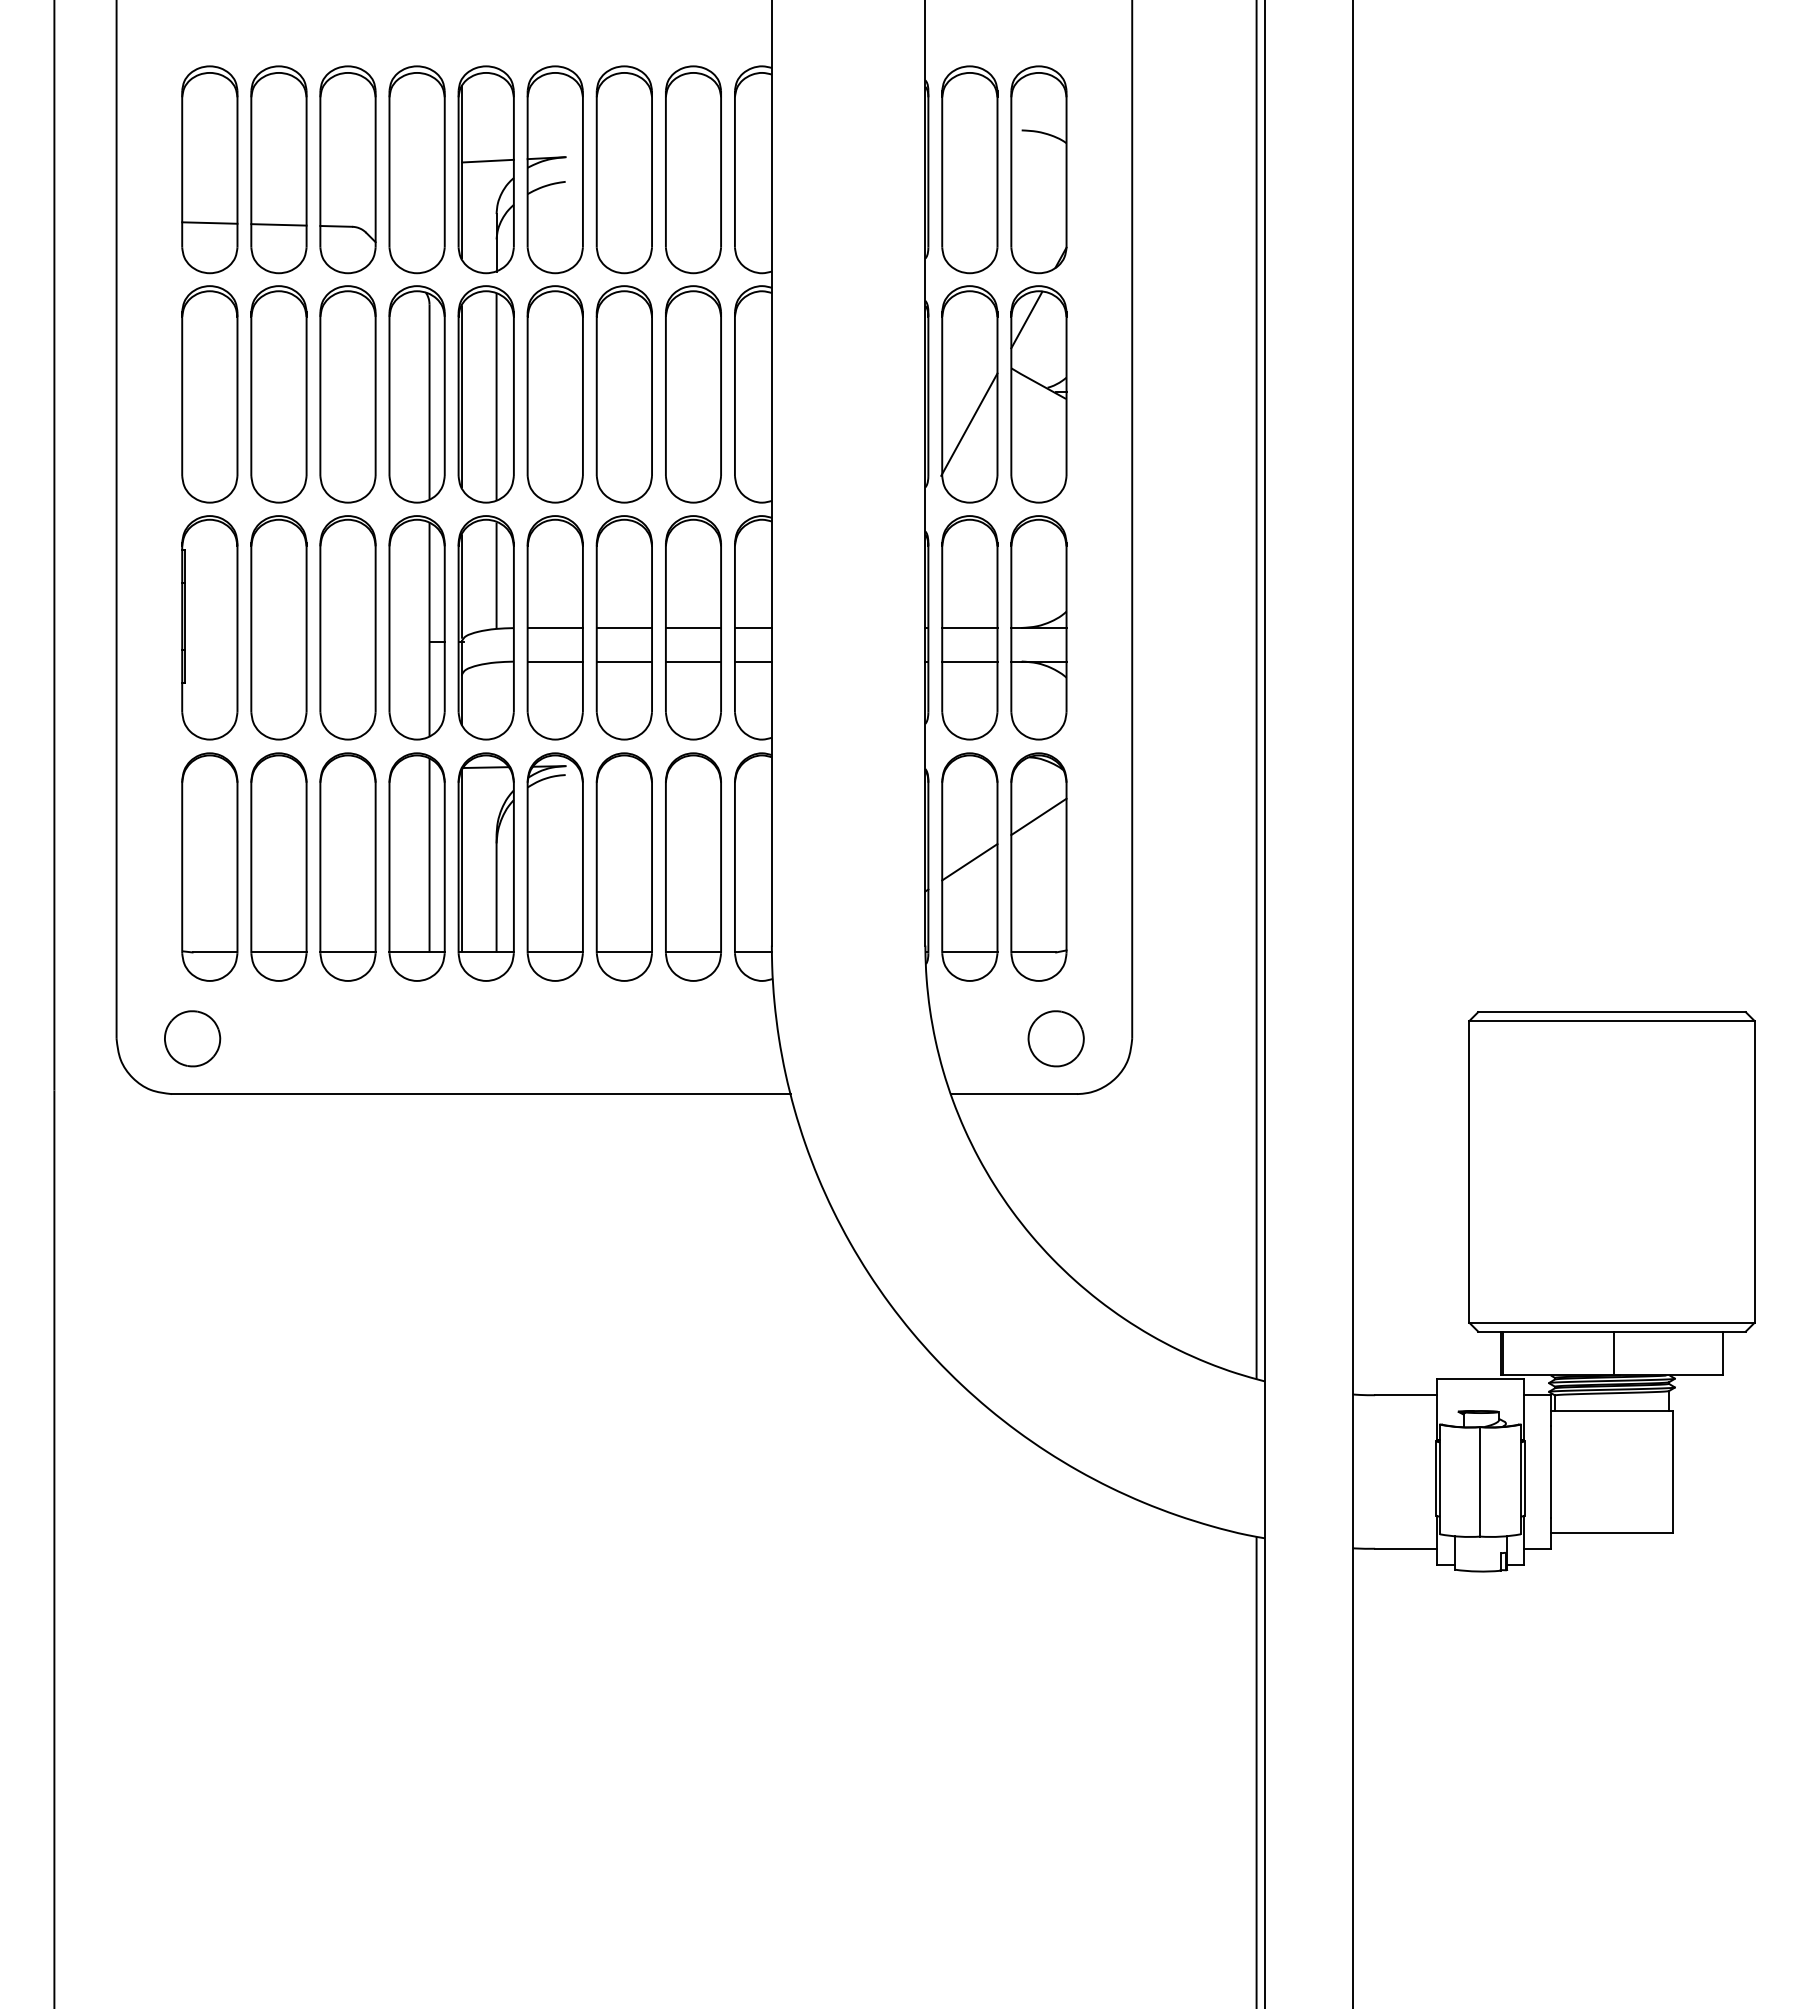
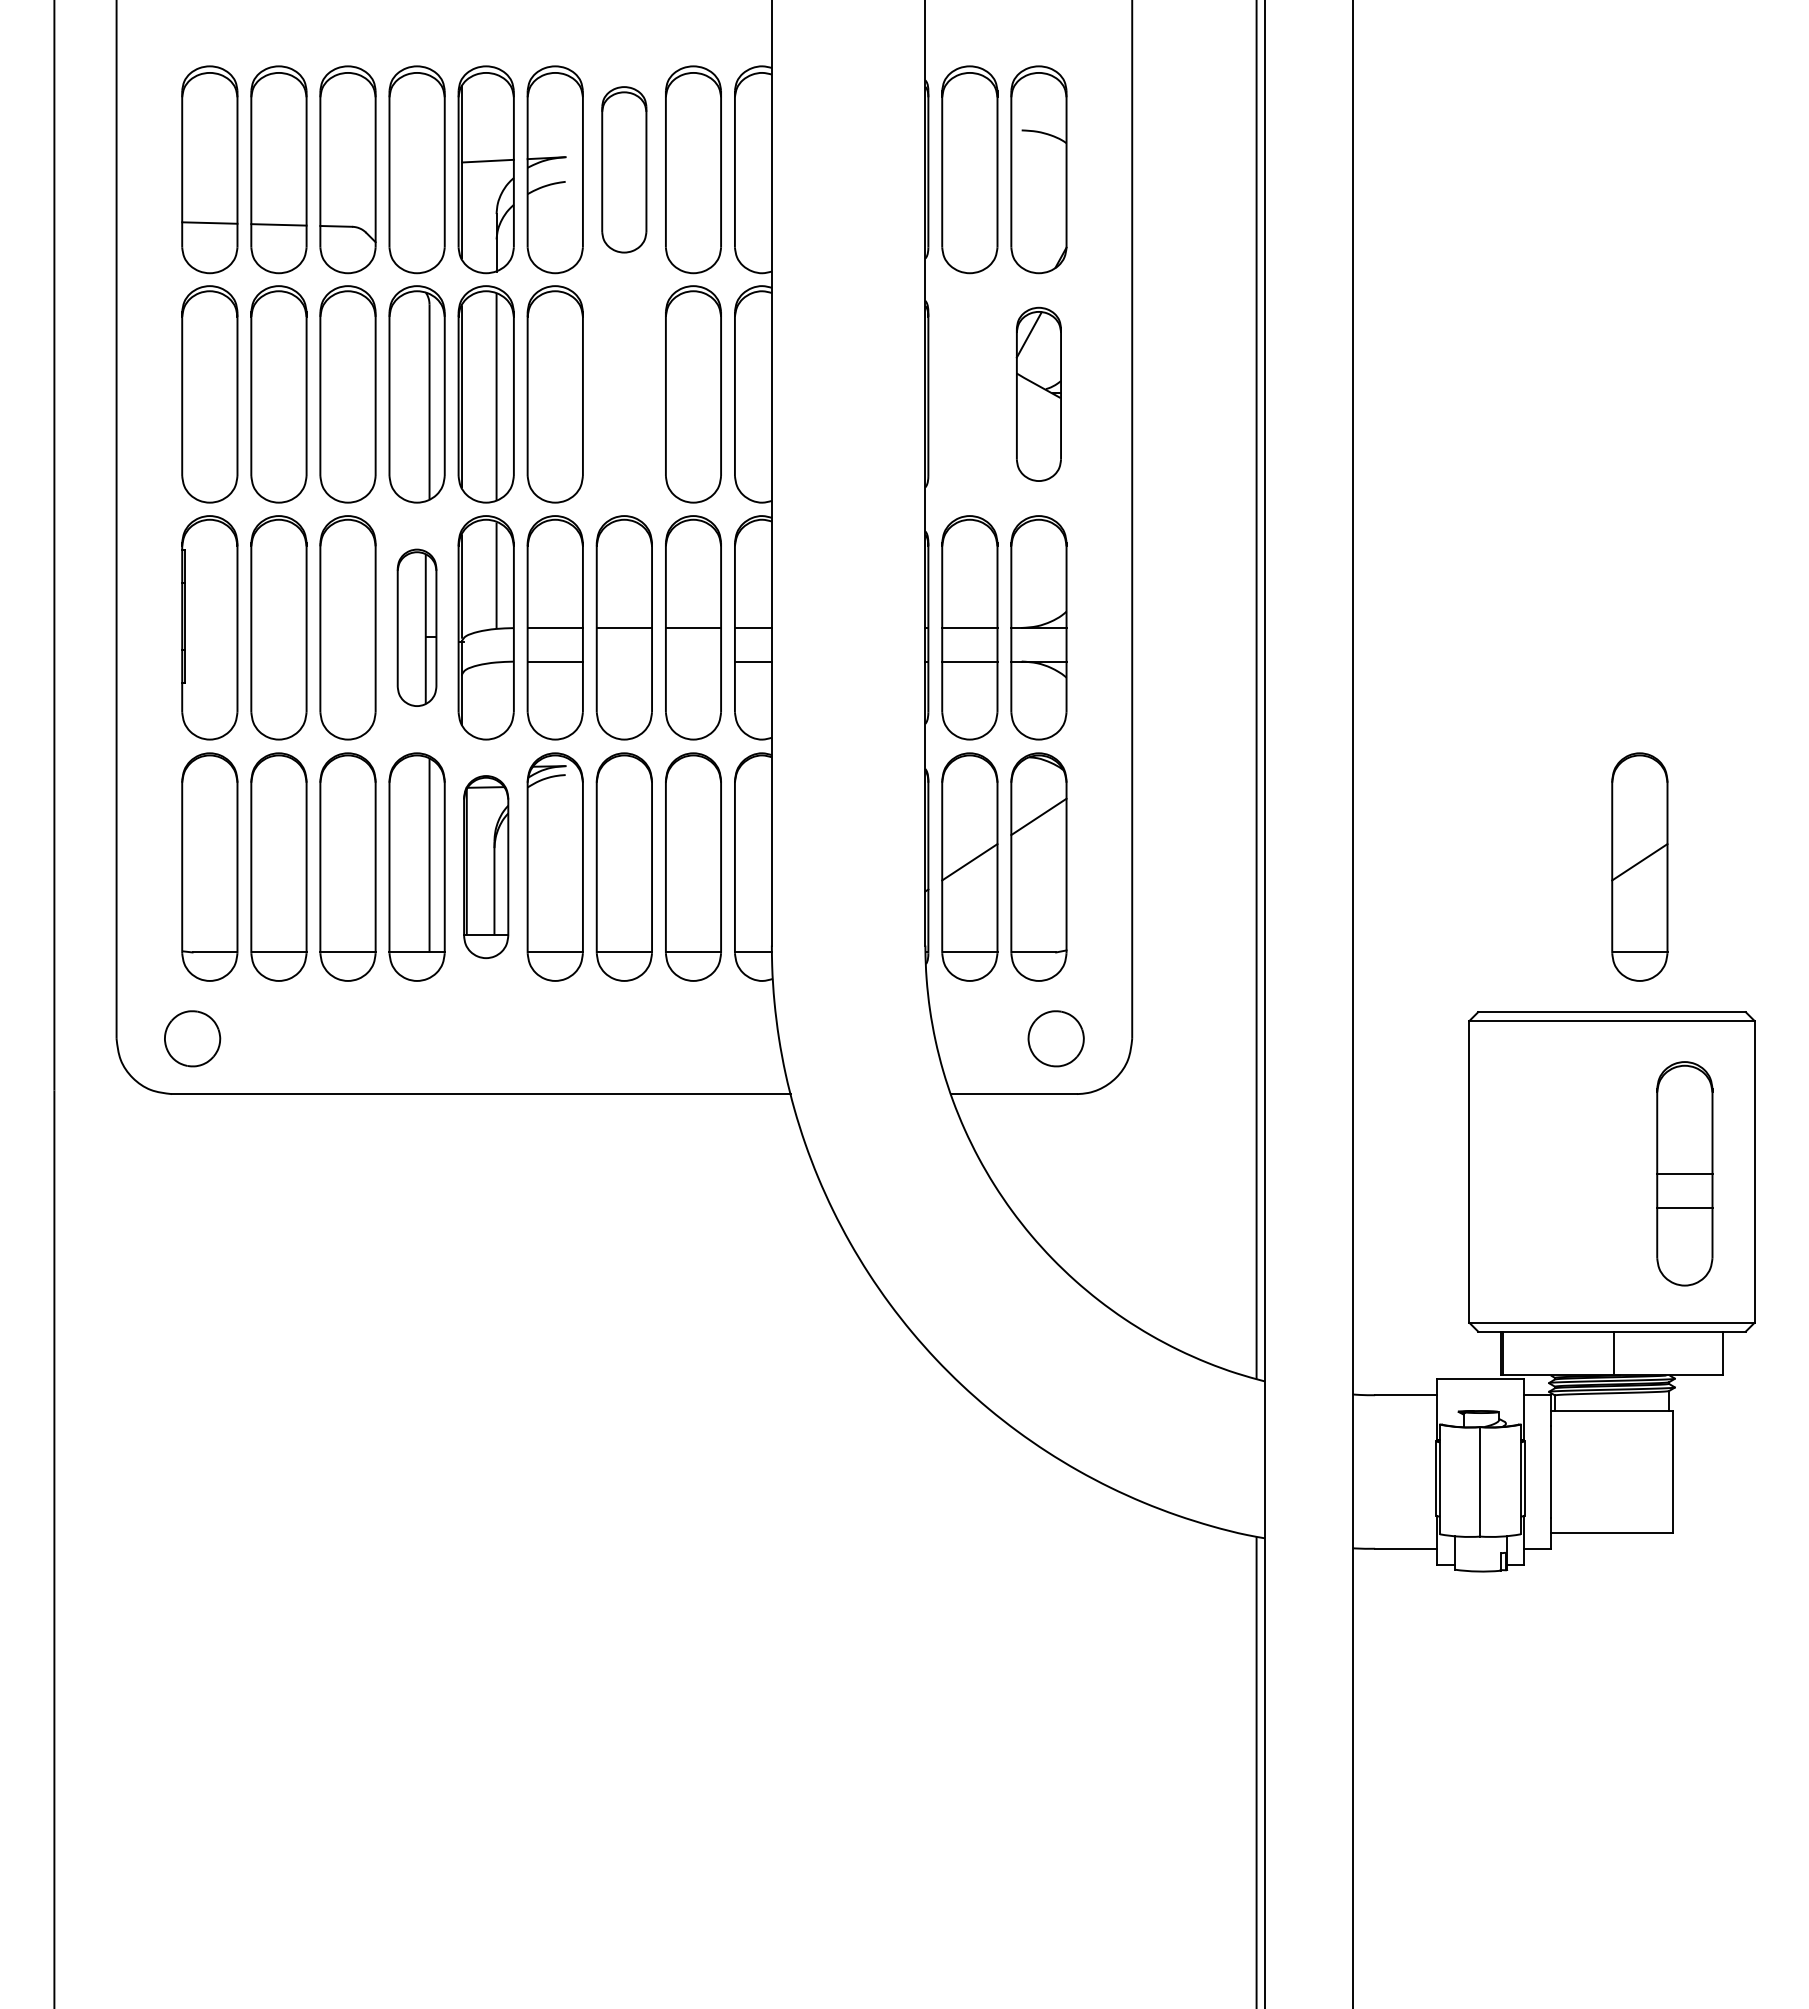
part at (623, 169) size: 58x210 px -> 47x168 px
part at (623, 394): present -> none
part at (969, 394): present -> none
part at (1038, 394) size: 58x219 px -> 47x176 px
part at (416, 627) size: 58x226 px -> 42x159 px
line at (624, 661): present -> none
line at (693, 661): present -> none
part at (485, 866) size: 58x230 px -> 47x185 px
part at (1639, 866): none -> present
part at (1684, 1173): none -> present
